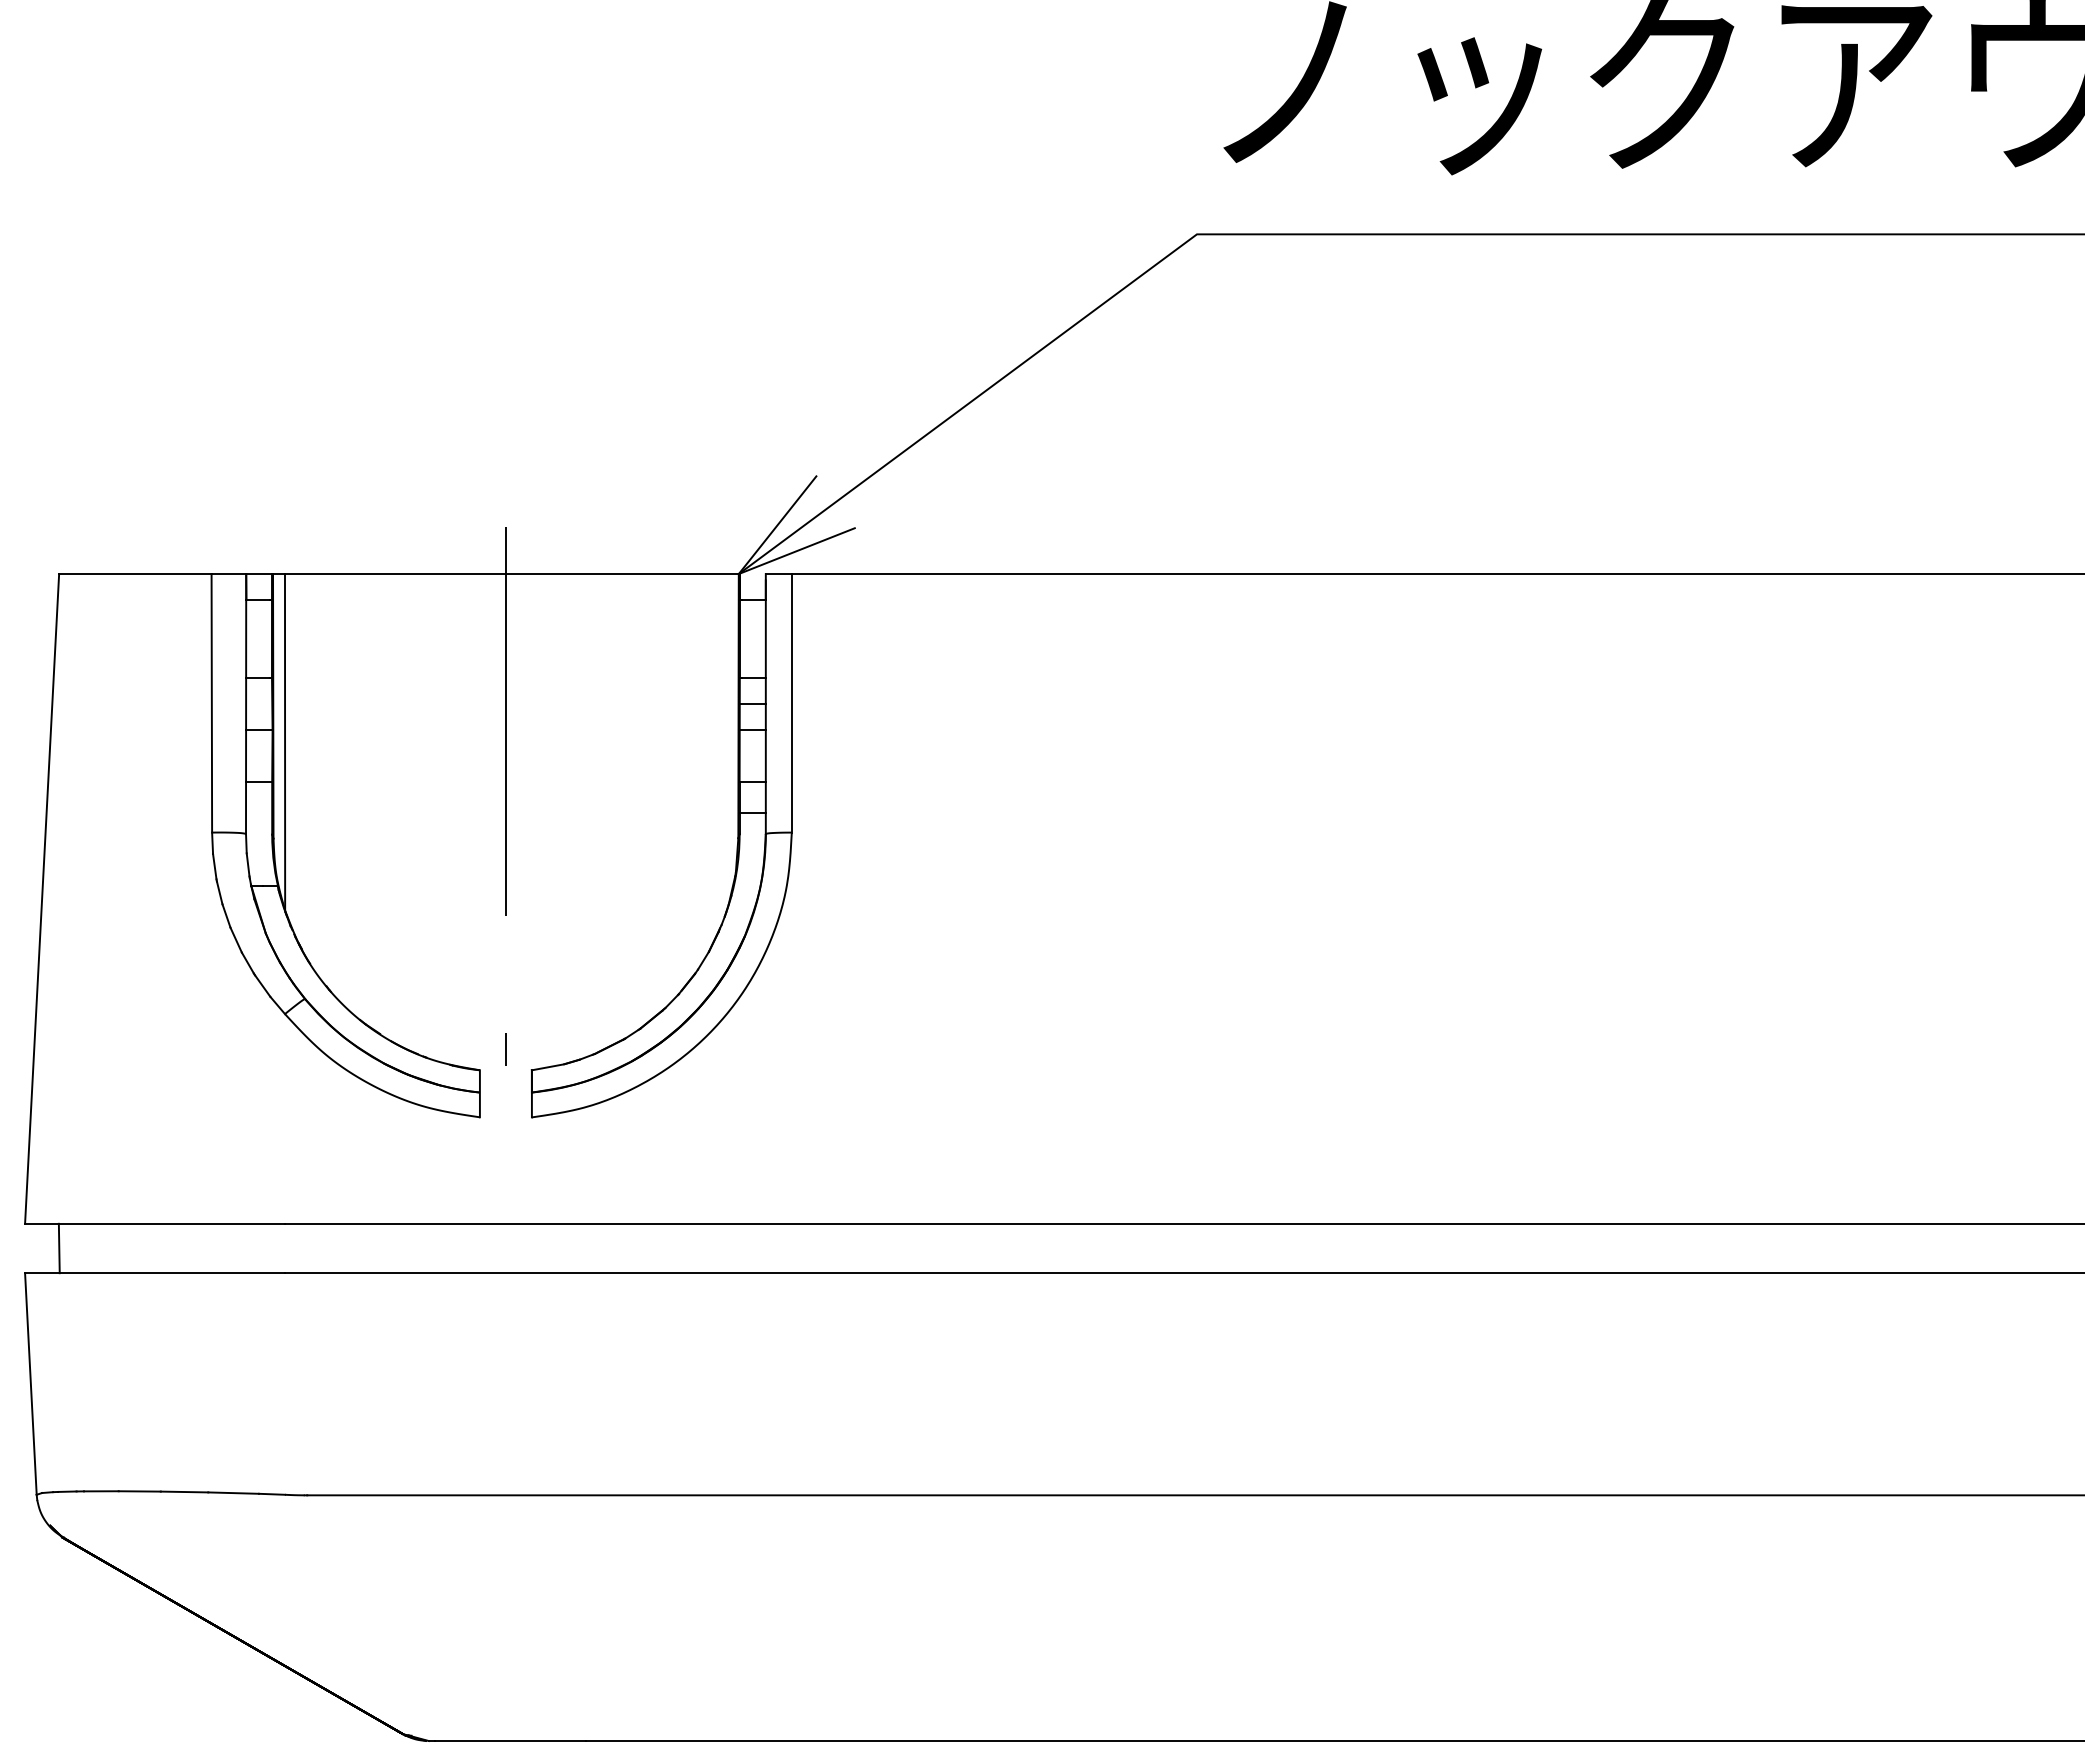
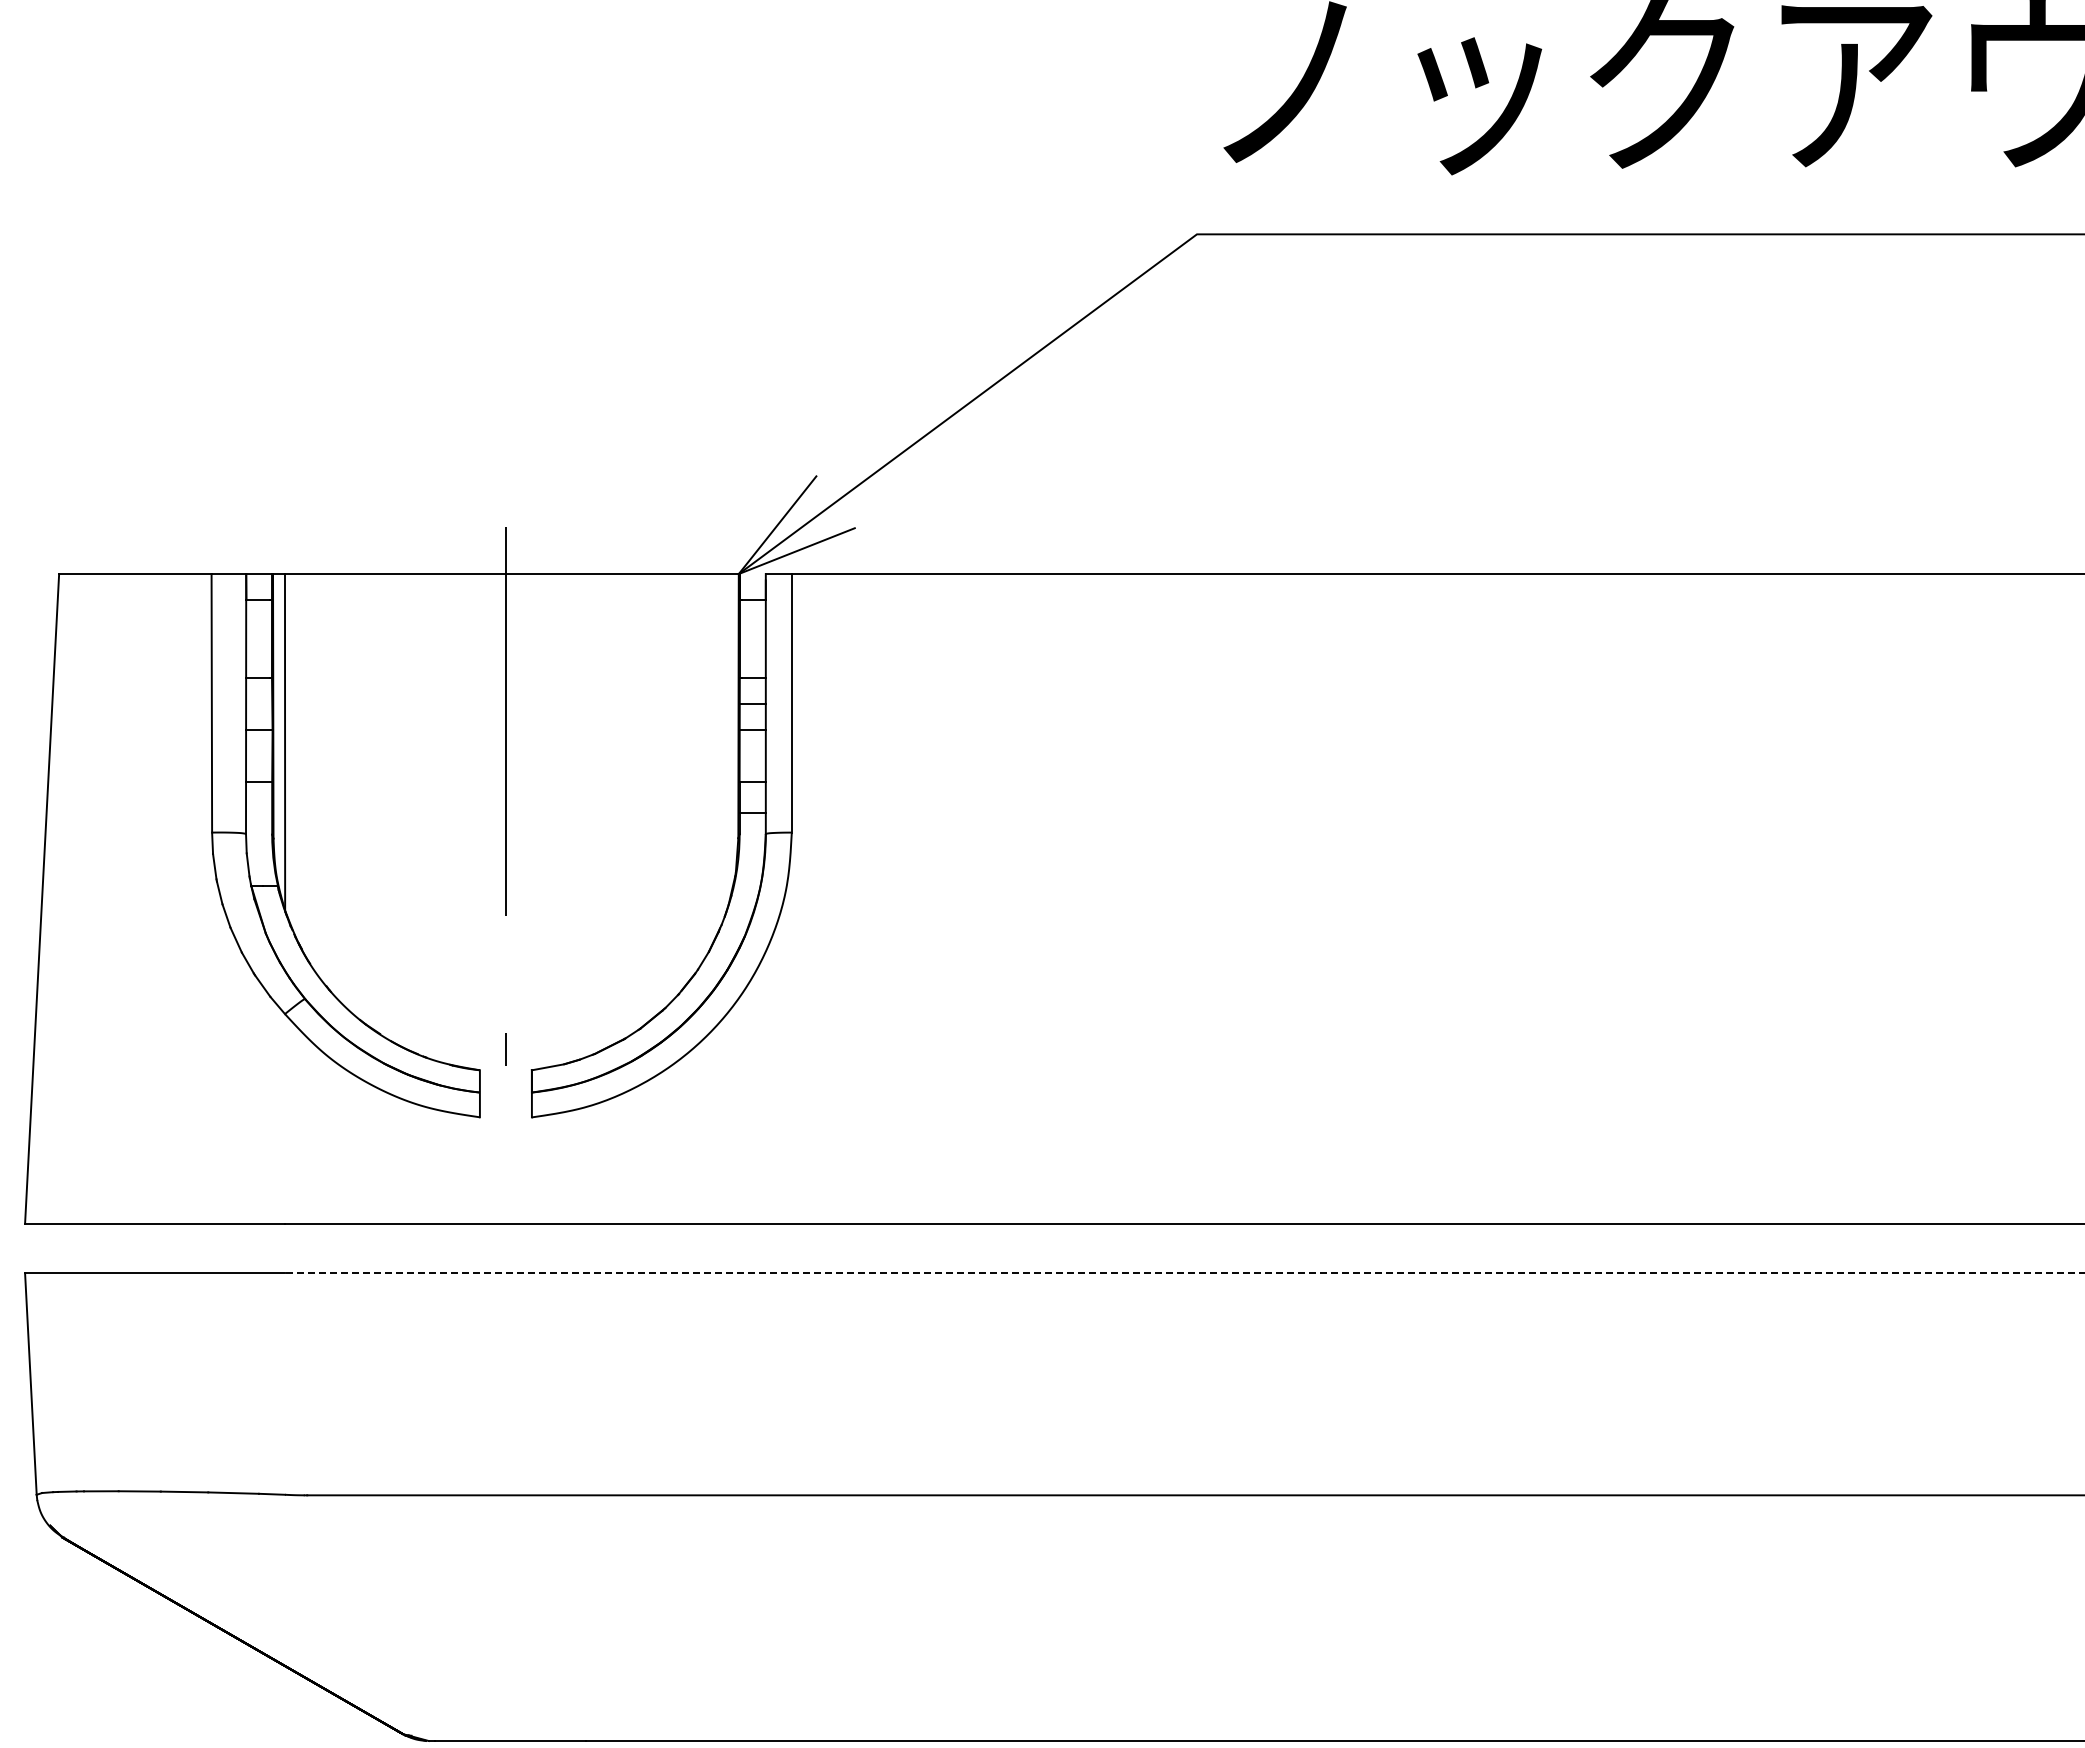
line at (58, 1248): present -> none
line at (1184, 1273): solid -> dashed
